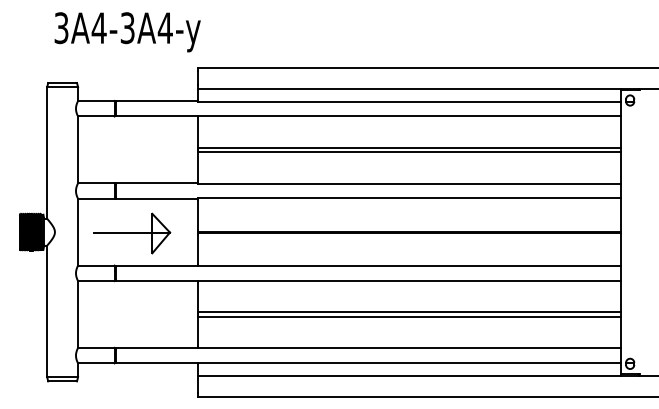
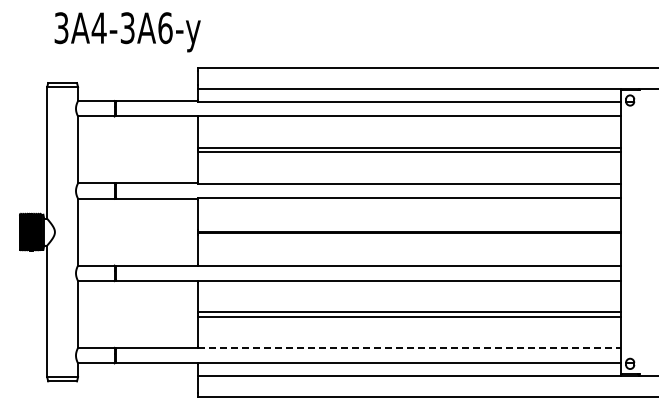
text at (164, 28): 3A4-3A4-y -> 3A4-3A6-y
part at (132, 233): present -> none
line at (409, 348): solid -> dashed
